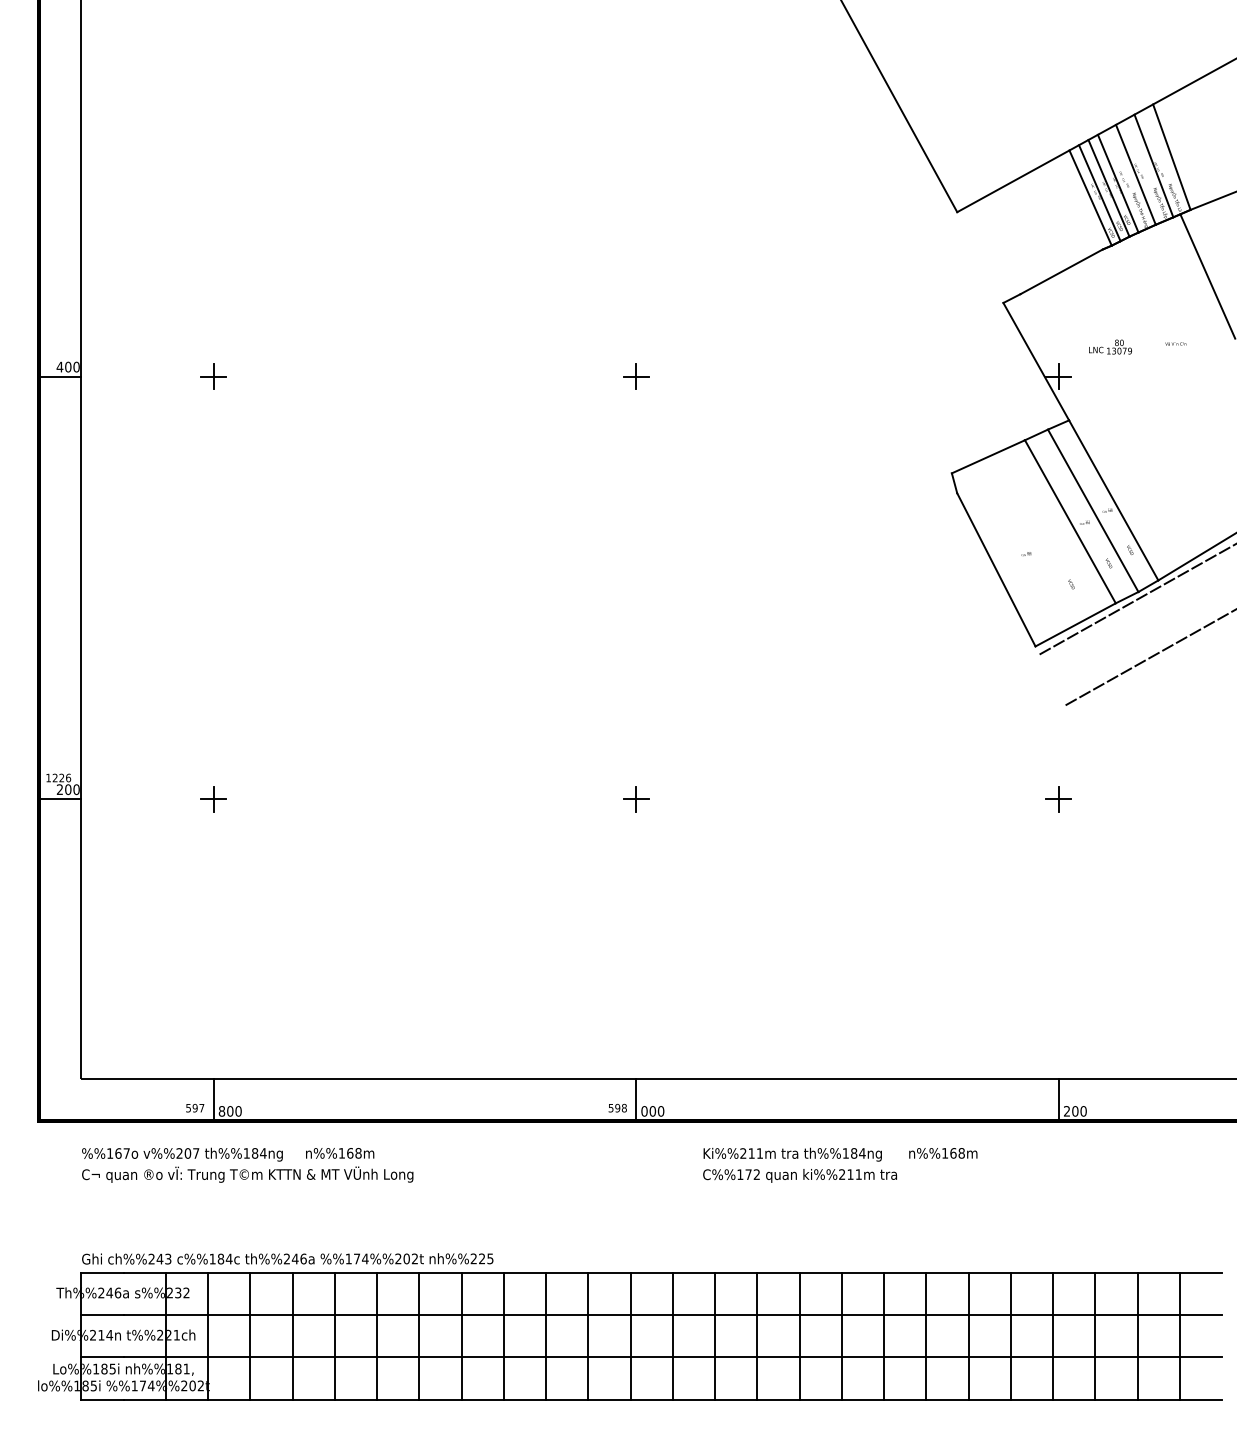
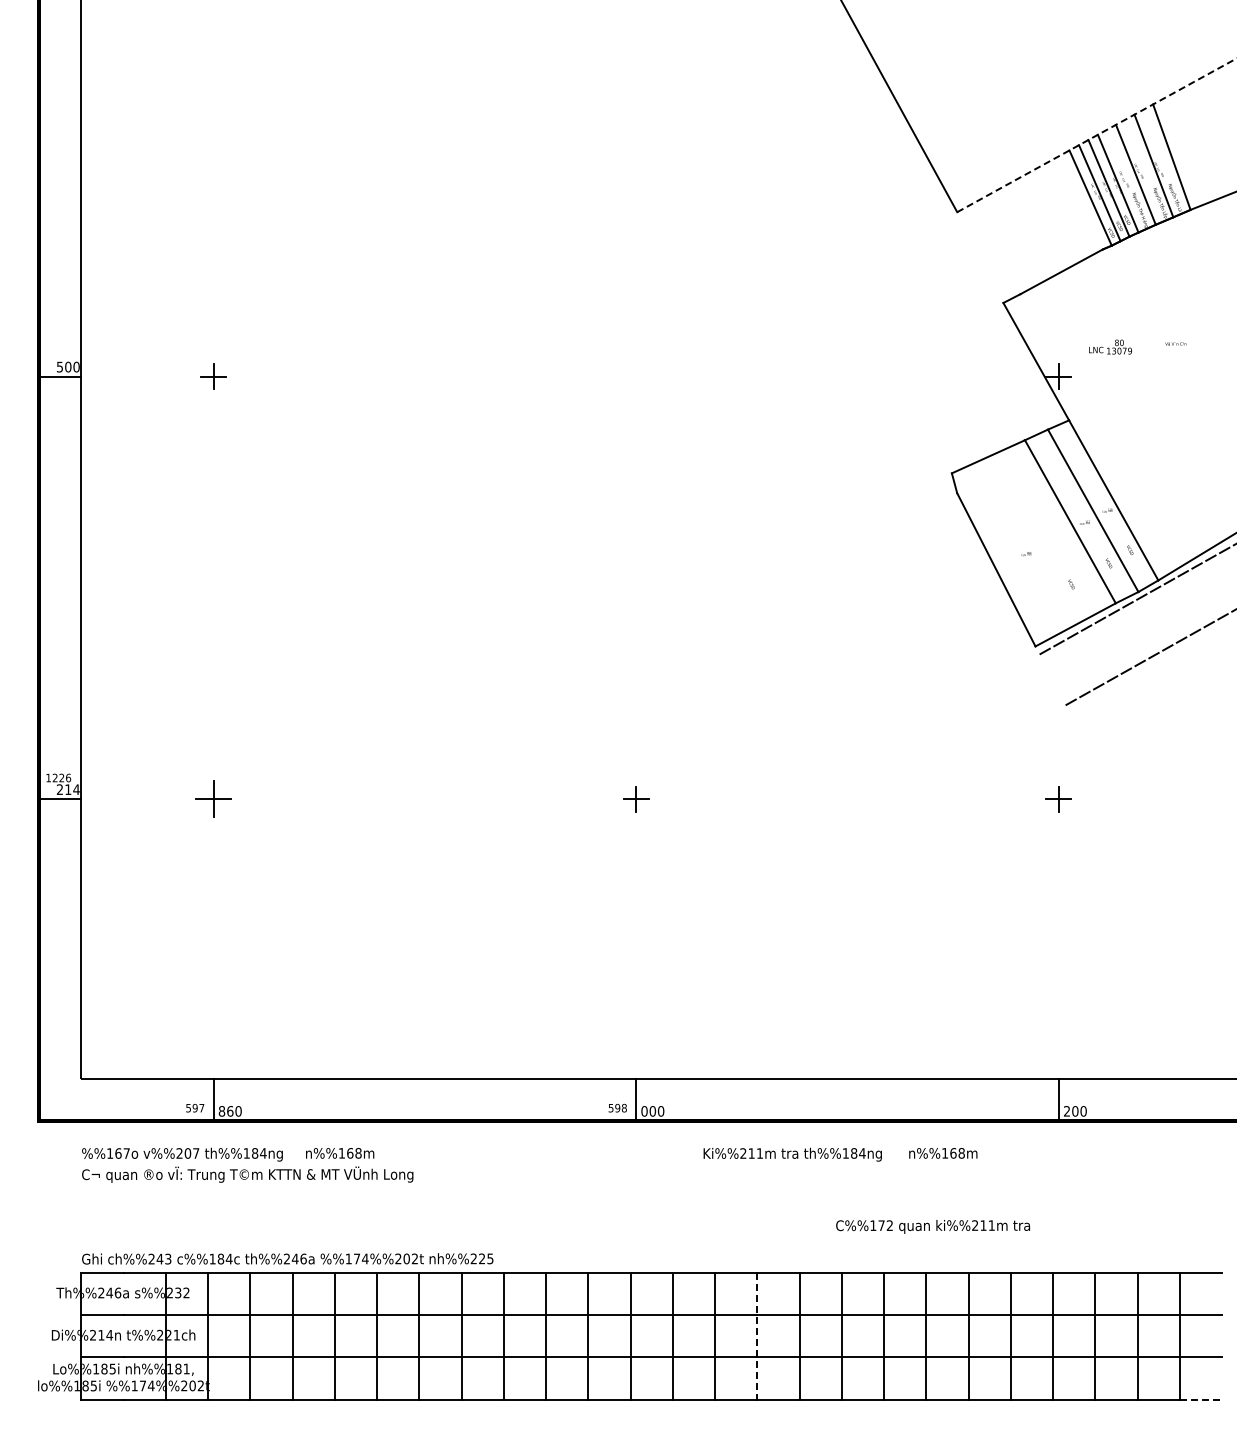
line at (1097, 135): solid -> dashed
line at (1206, 274): present -> none
text at (59, 366): 400 -> 500
part at (636, 376): present -> none
text at (72, 789): 200 -> 214
part at (213, 799) size: 27x27 px -> 37x38 px
text at (230, 1111): 800 -> 860
text at (799, 1175) position: (799, 1175) -> (932, 1226)
line at (757, 1336): solid -> dashed
line at (1201, 1399): solid -> dashed
